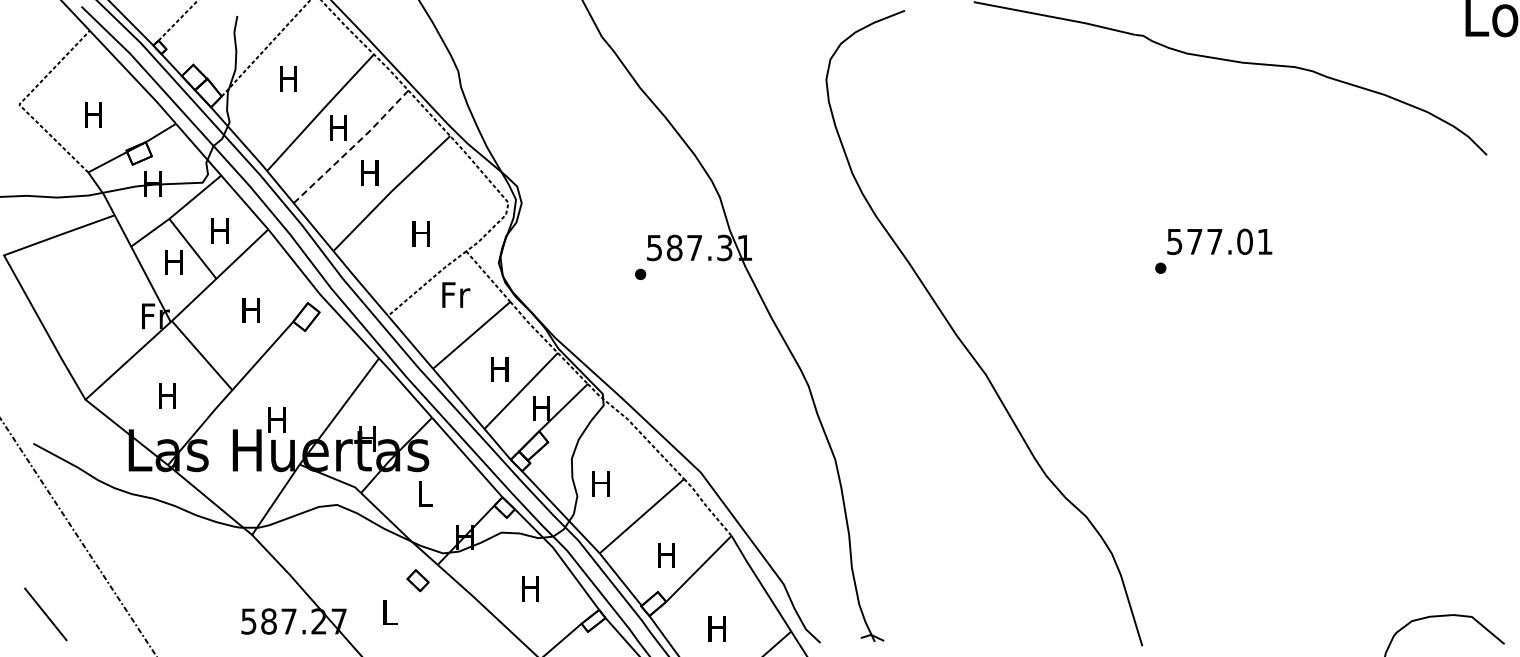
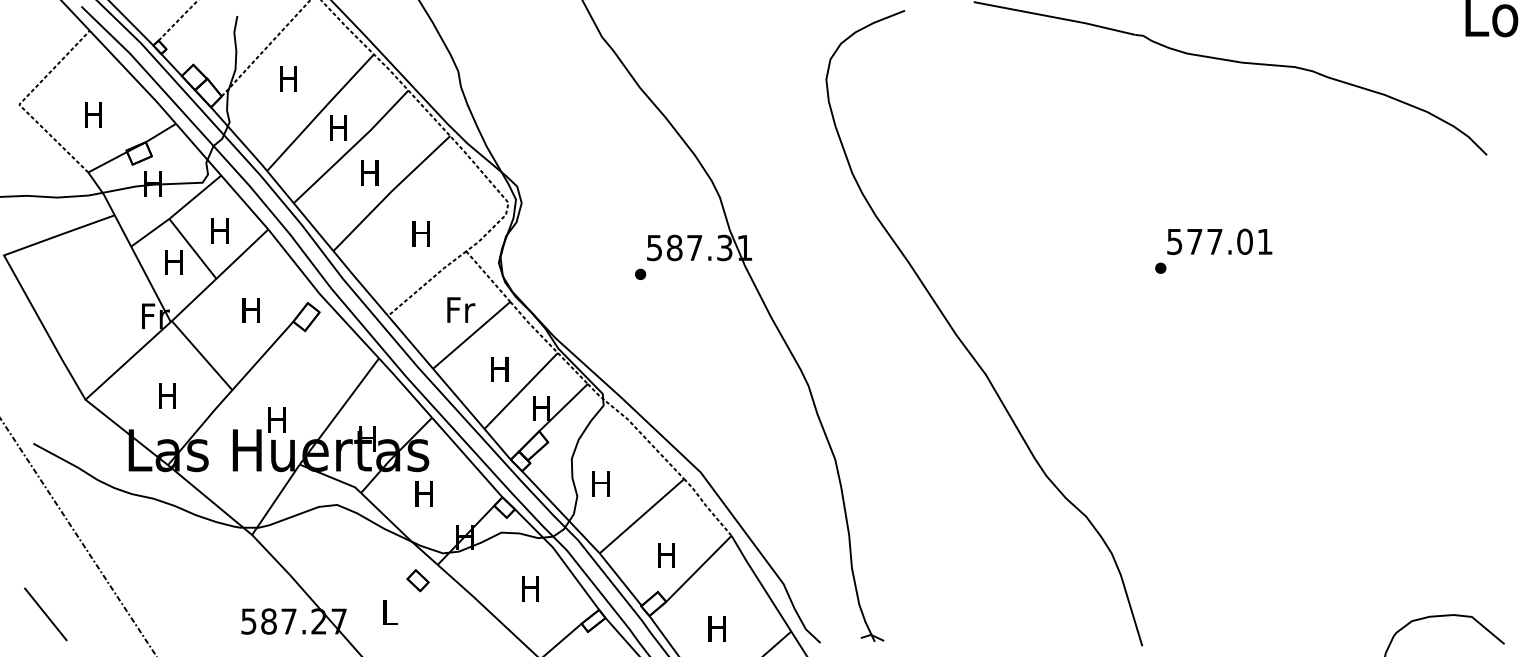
line at (352, 147): dashed -> solid
text at (456, 294) position: (456, 294) -> (461, 309)
text at (423, 493): L -> H
